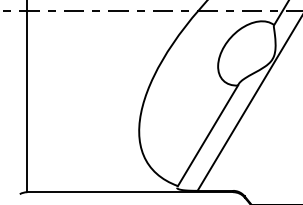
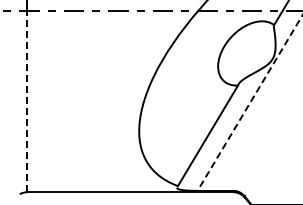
line at (27, 101): solid -> dashed
line at (249, 103): solid -> dashed
